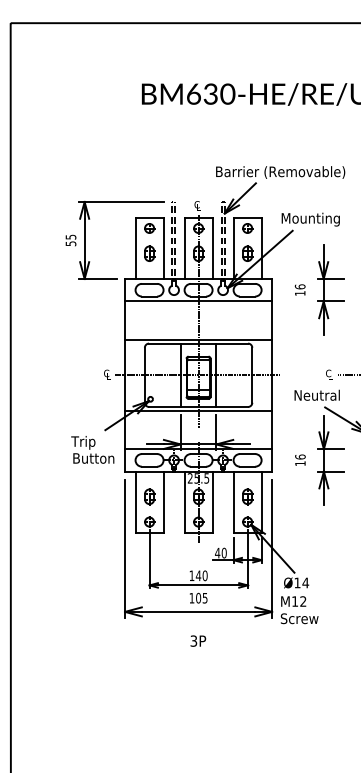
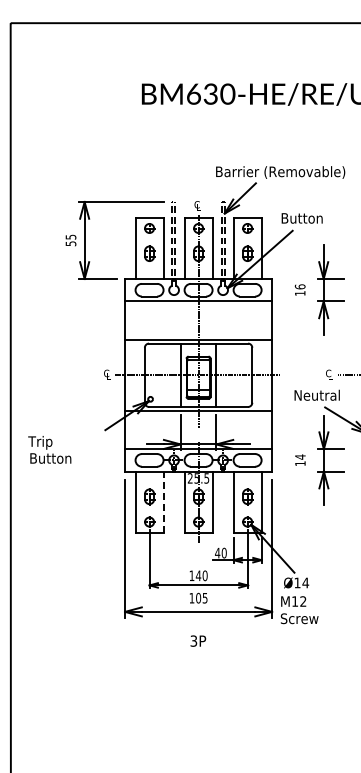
text at (311, 219): Mounting -> Button
text at (92, 449) position: (92, 449) -> (49, 449)
text at (300, 456): 16 -> 14
line at (163, 501): solid -> dashed
